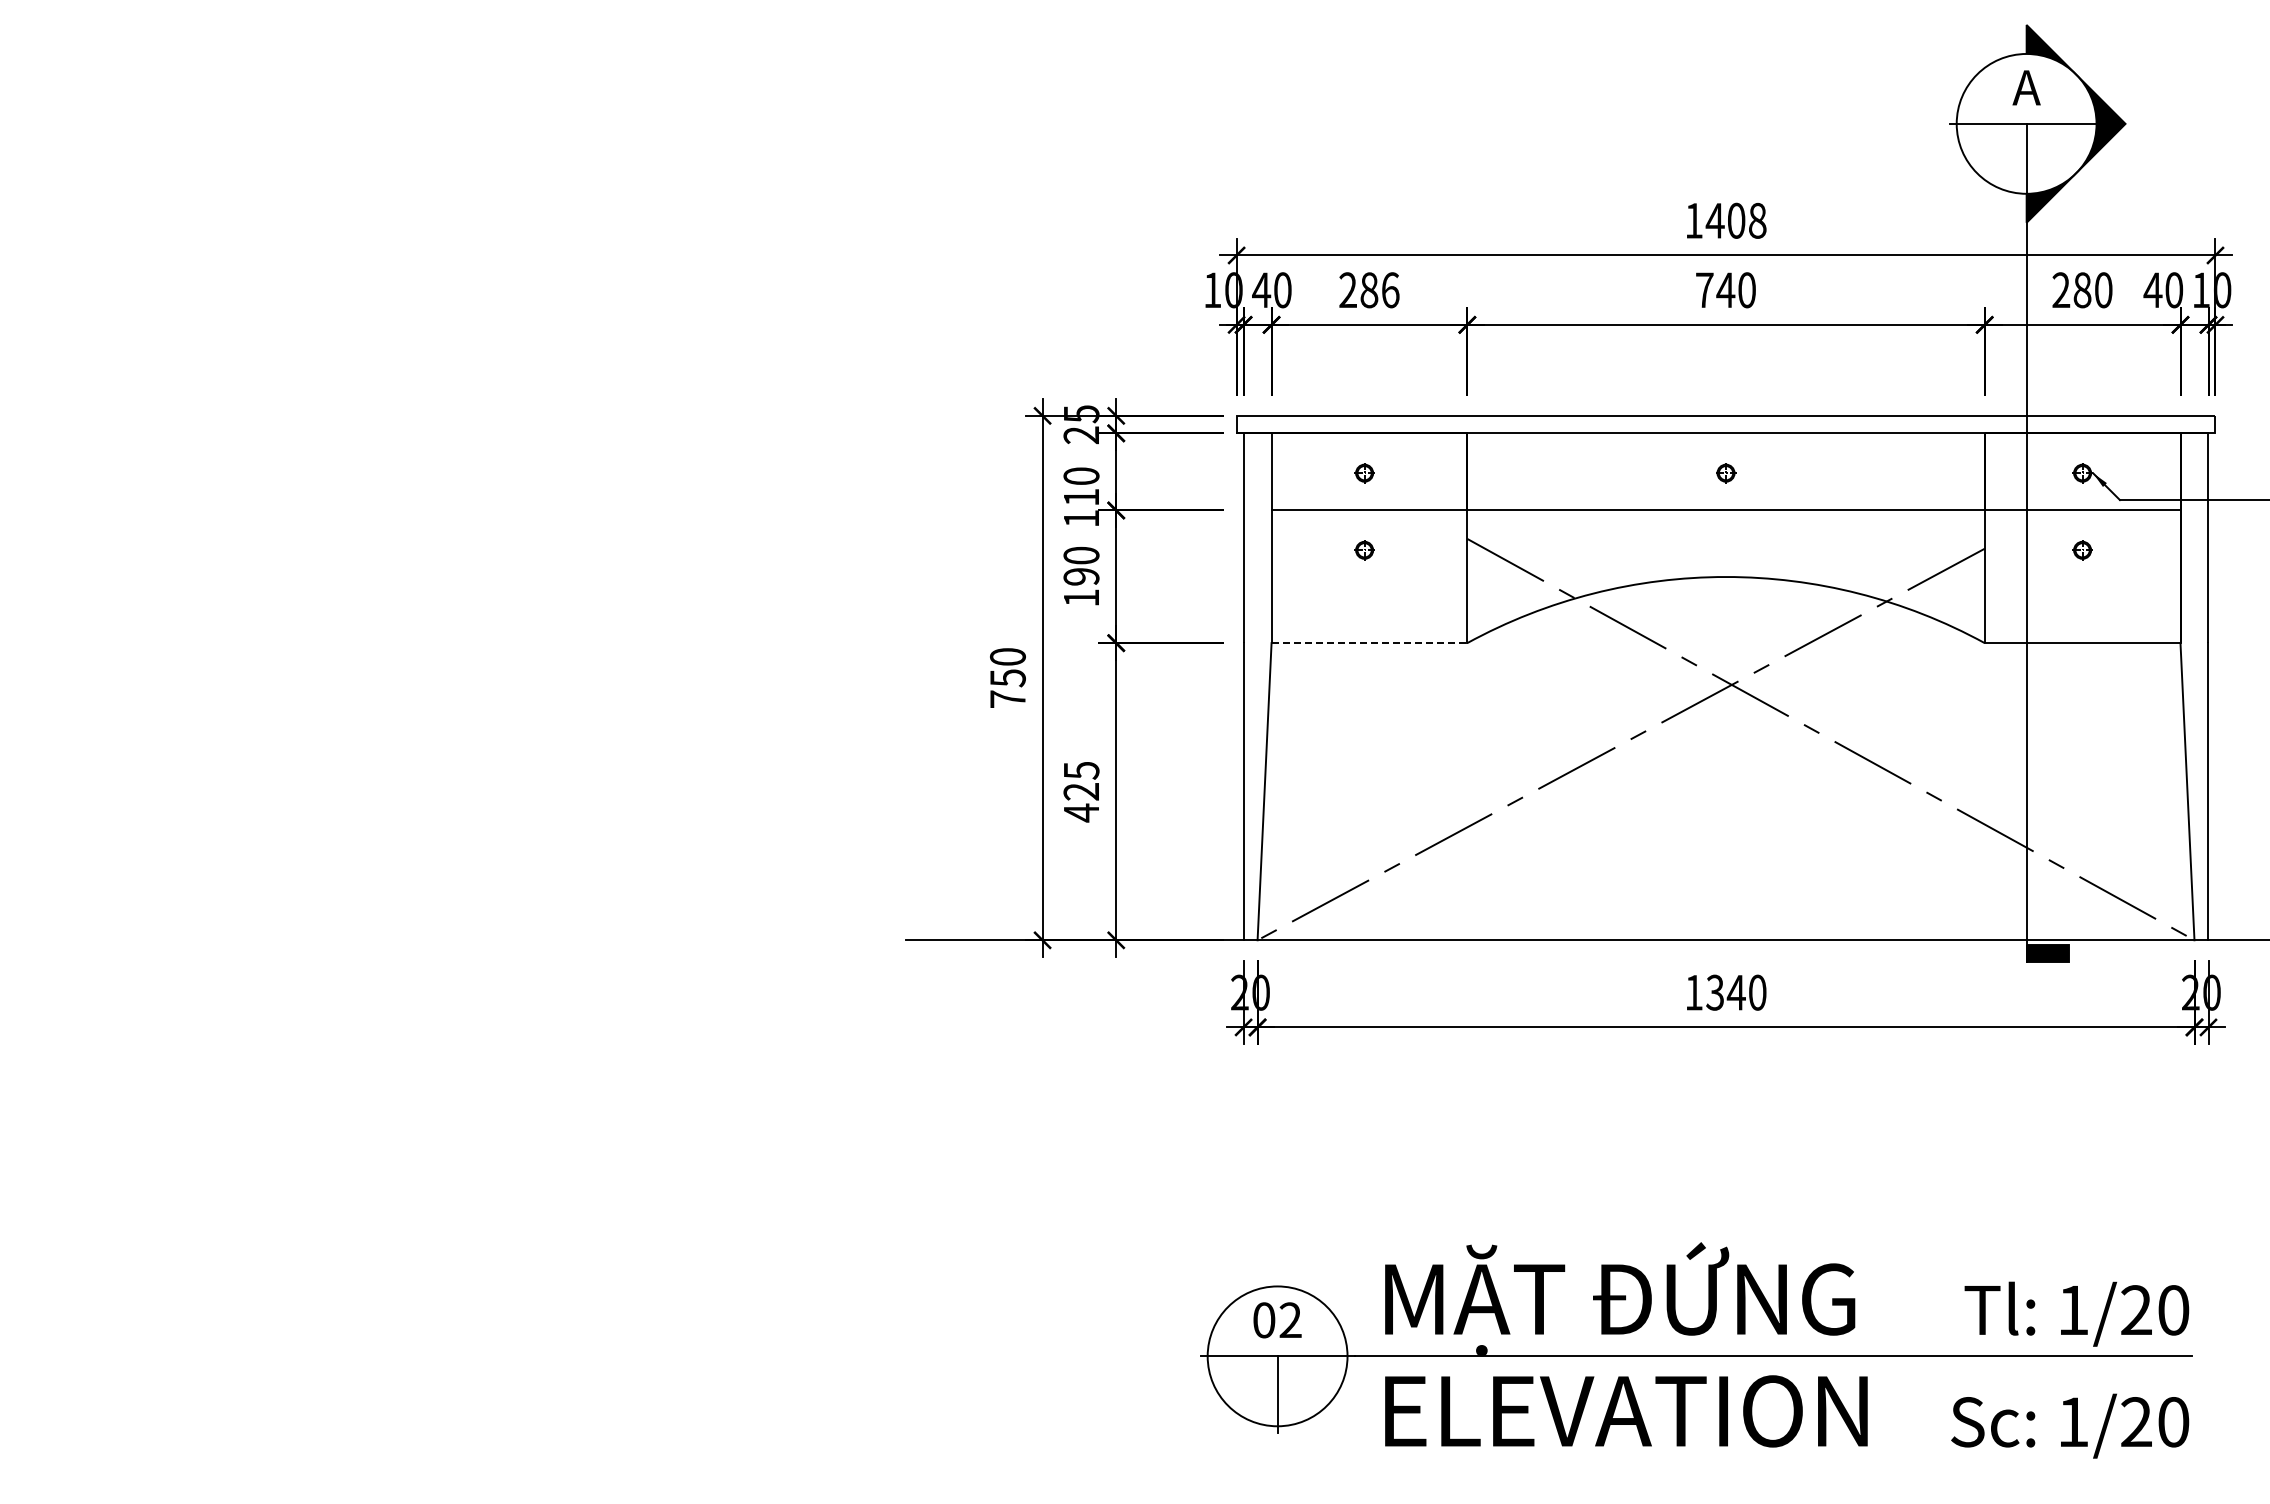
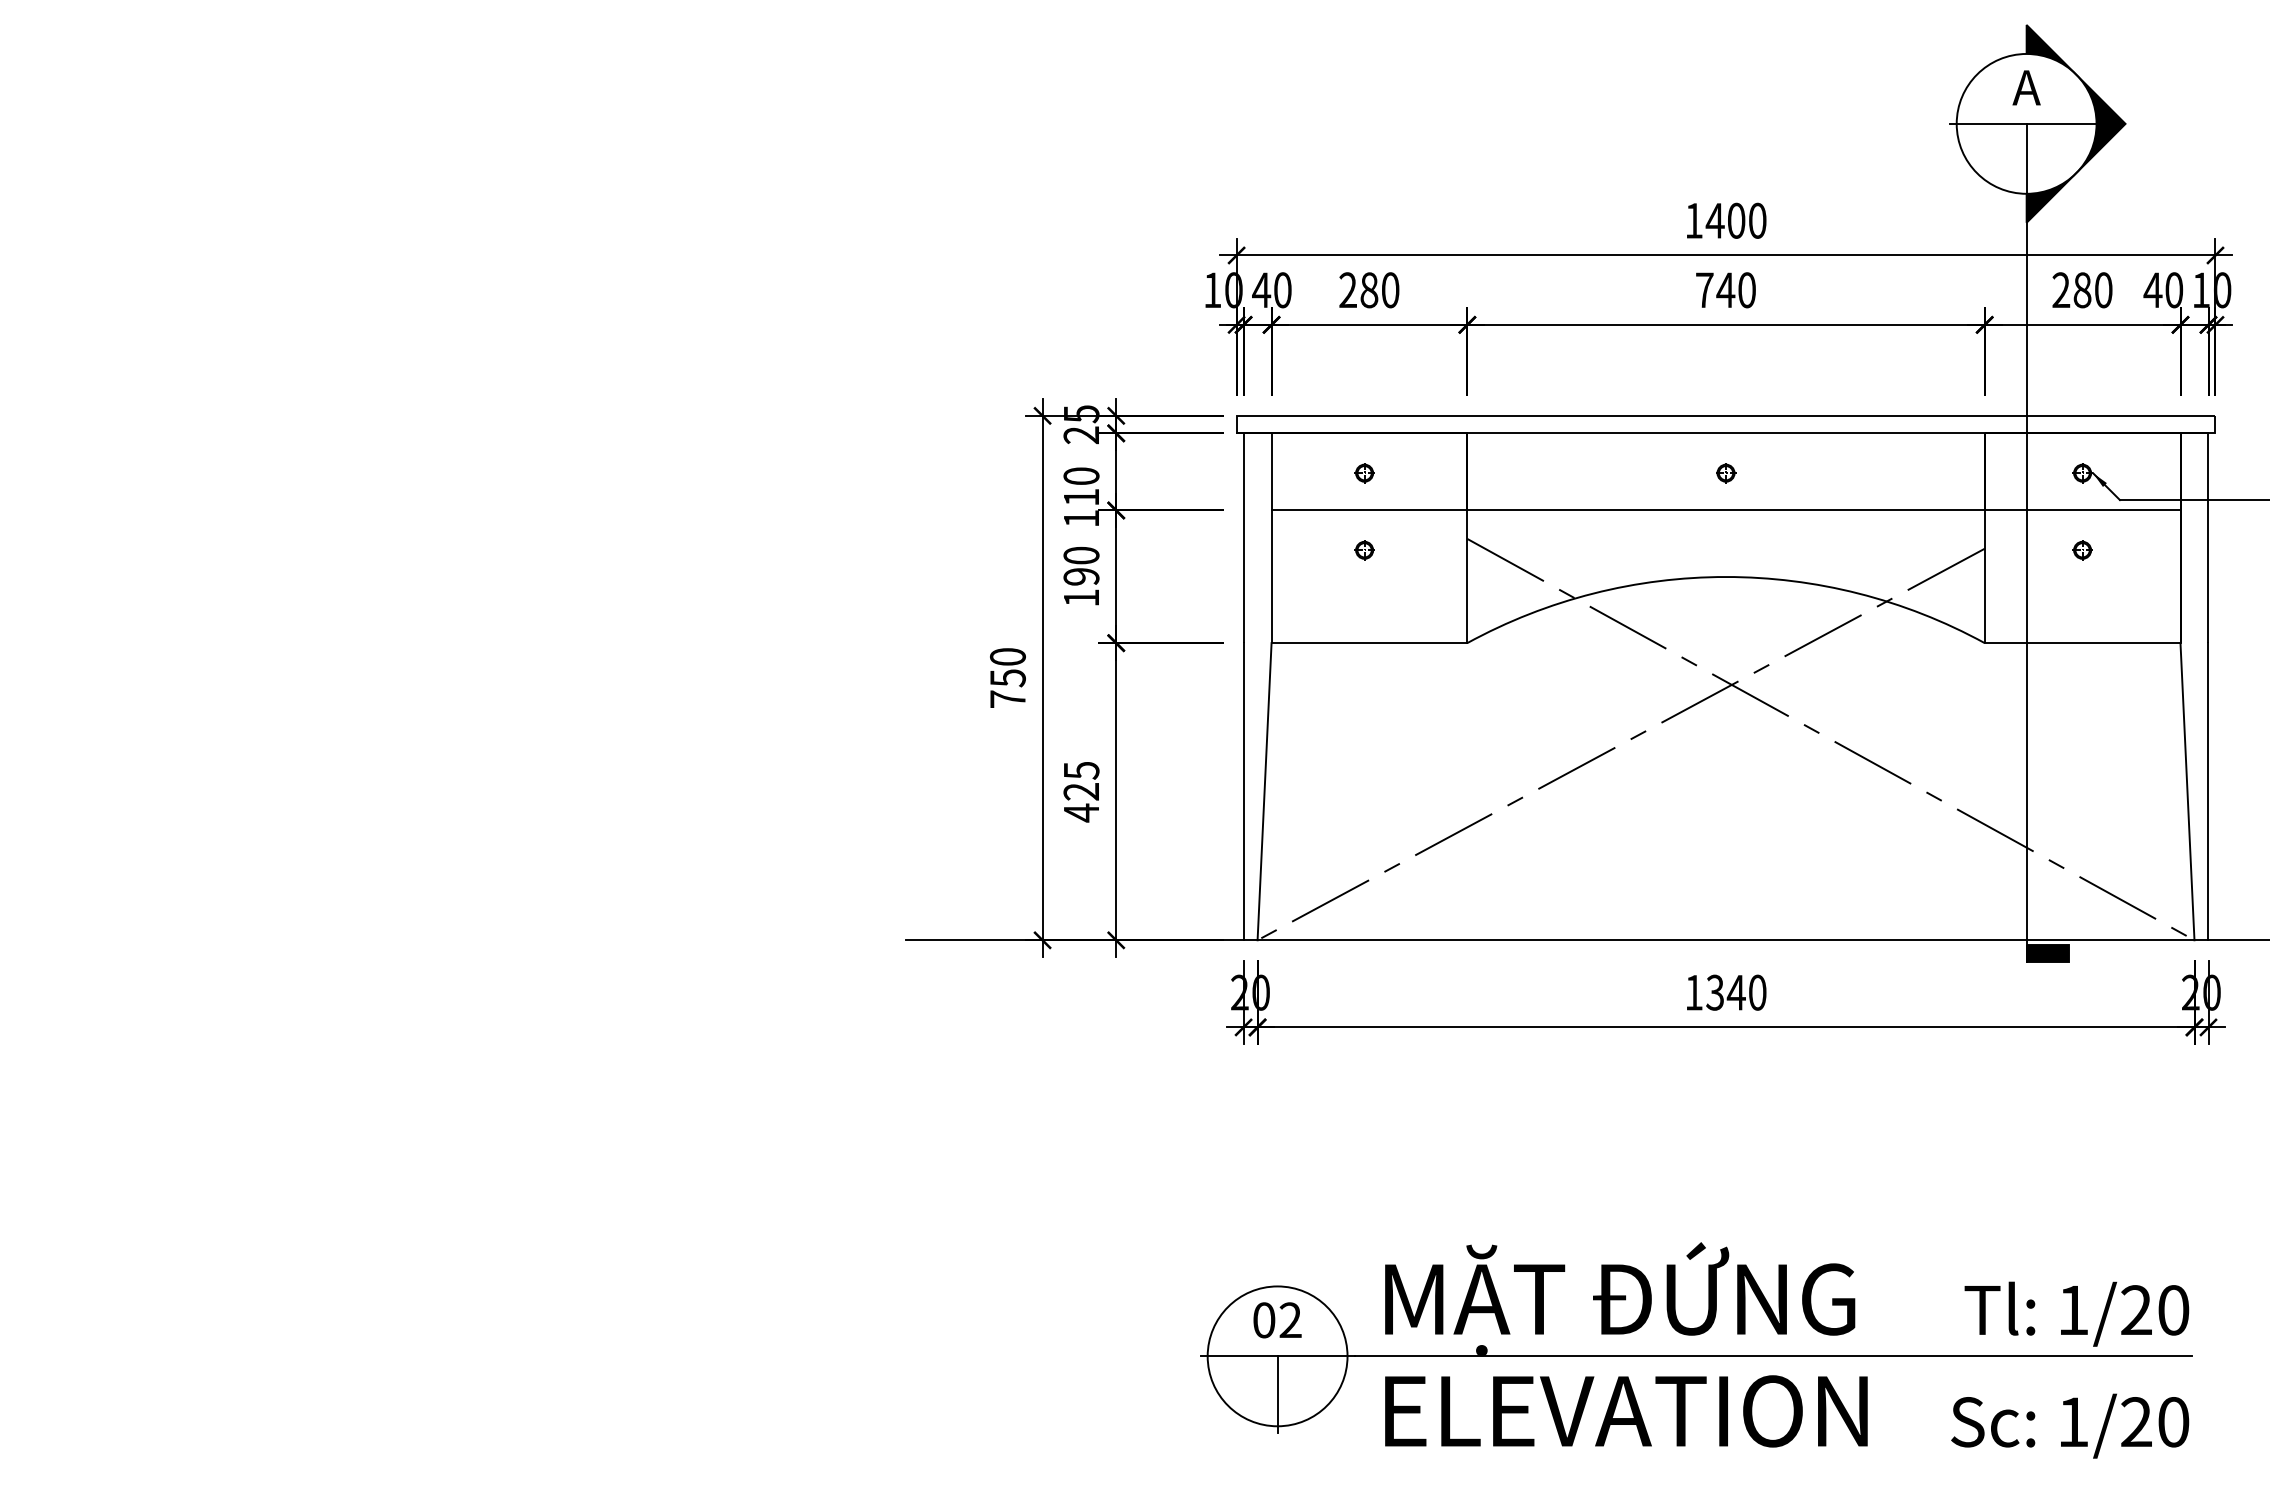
text at (1757, 220): 1408 -> 1400
text at (1390, 290): 286 -> 280
line at (1369, 643): dashed -> solid
